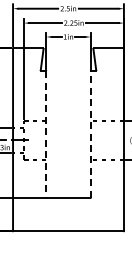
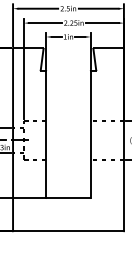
line at (90, 133): dashed -> solid
line at (46, 134): dashed -> solid
